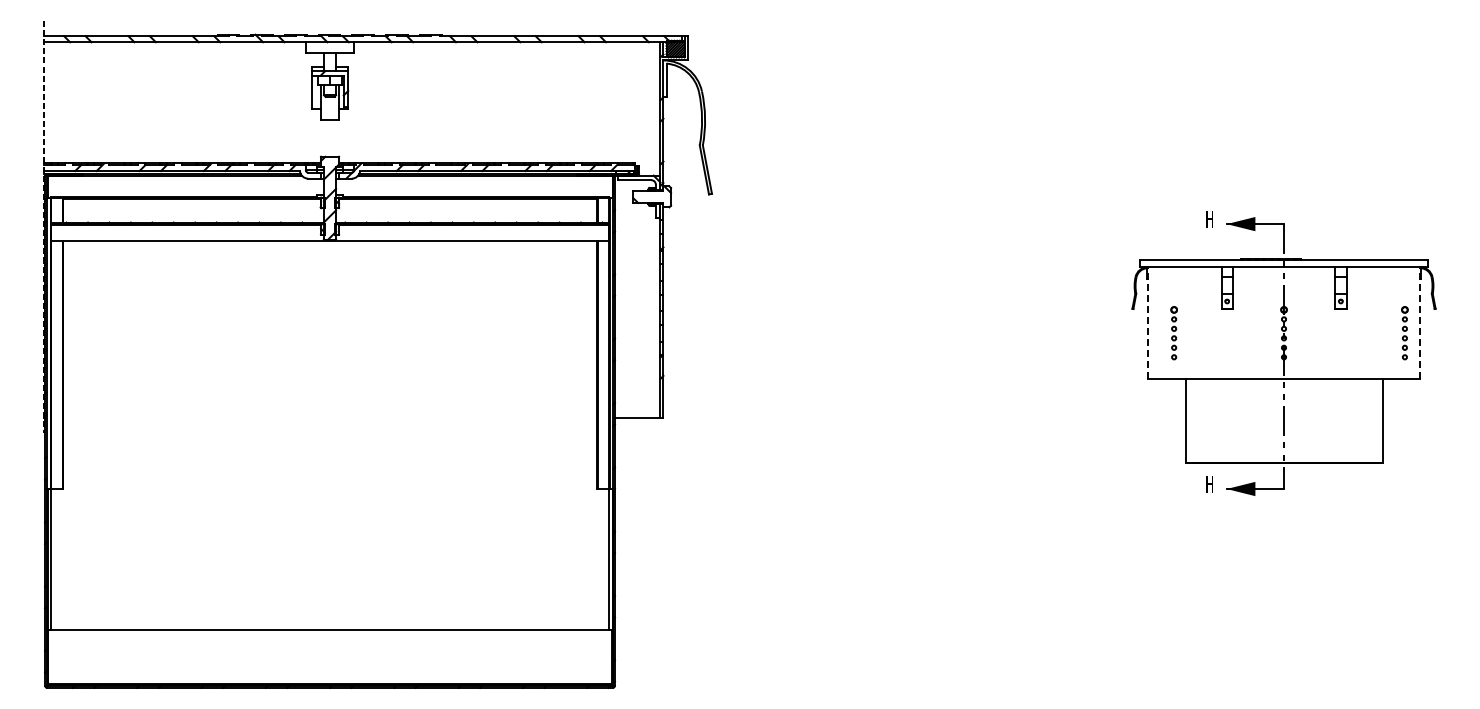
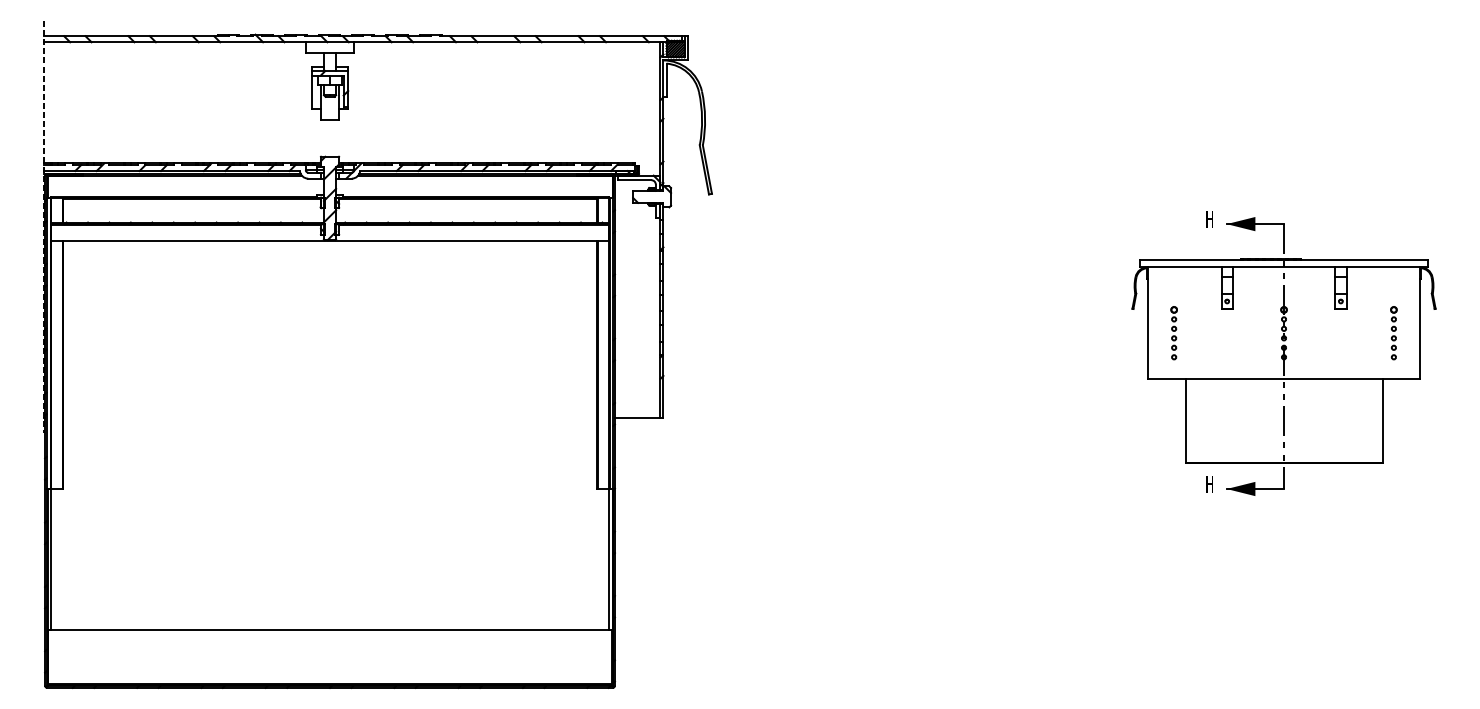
line at (1147, 323): dashed -> solid
line at (1420, 323): dashed -> solid
part at (1404, 333) position: (1404, 333) -> (1393, 333)
